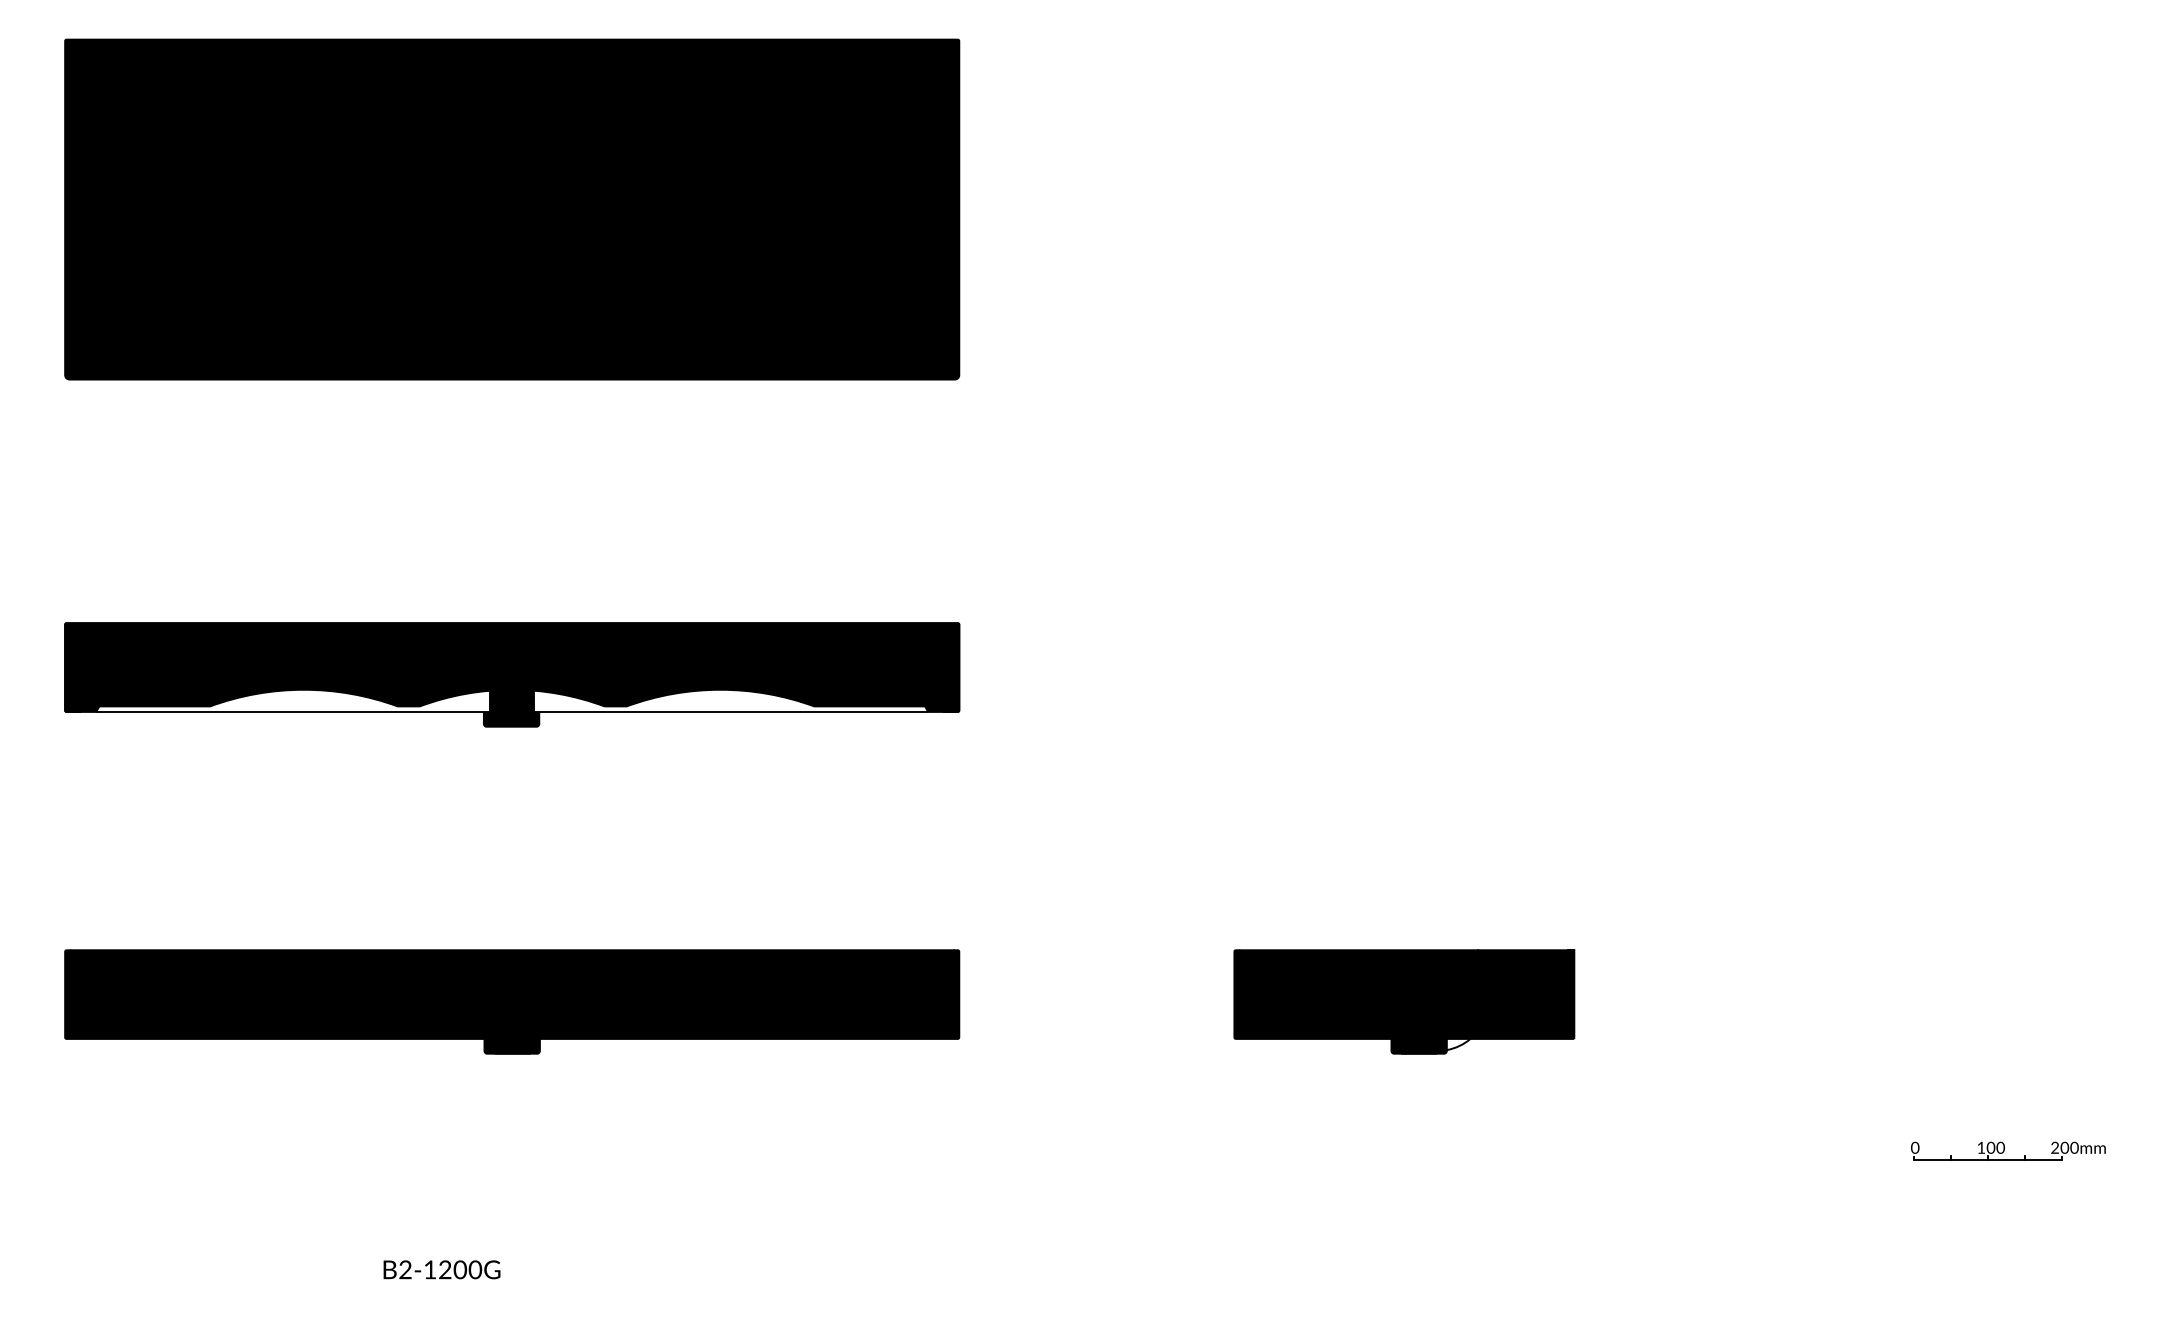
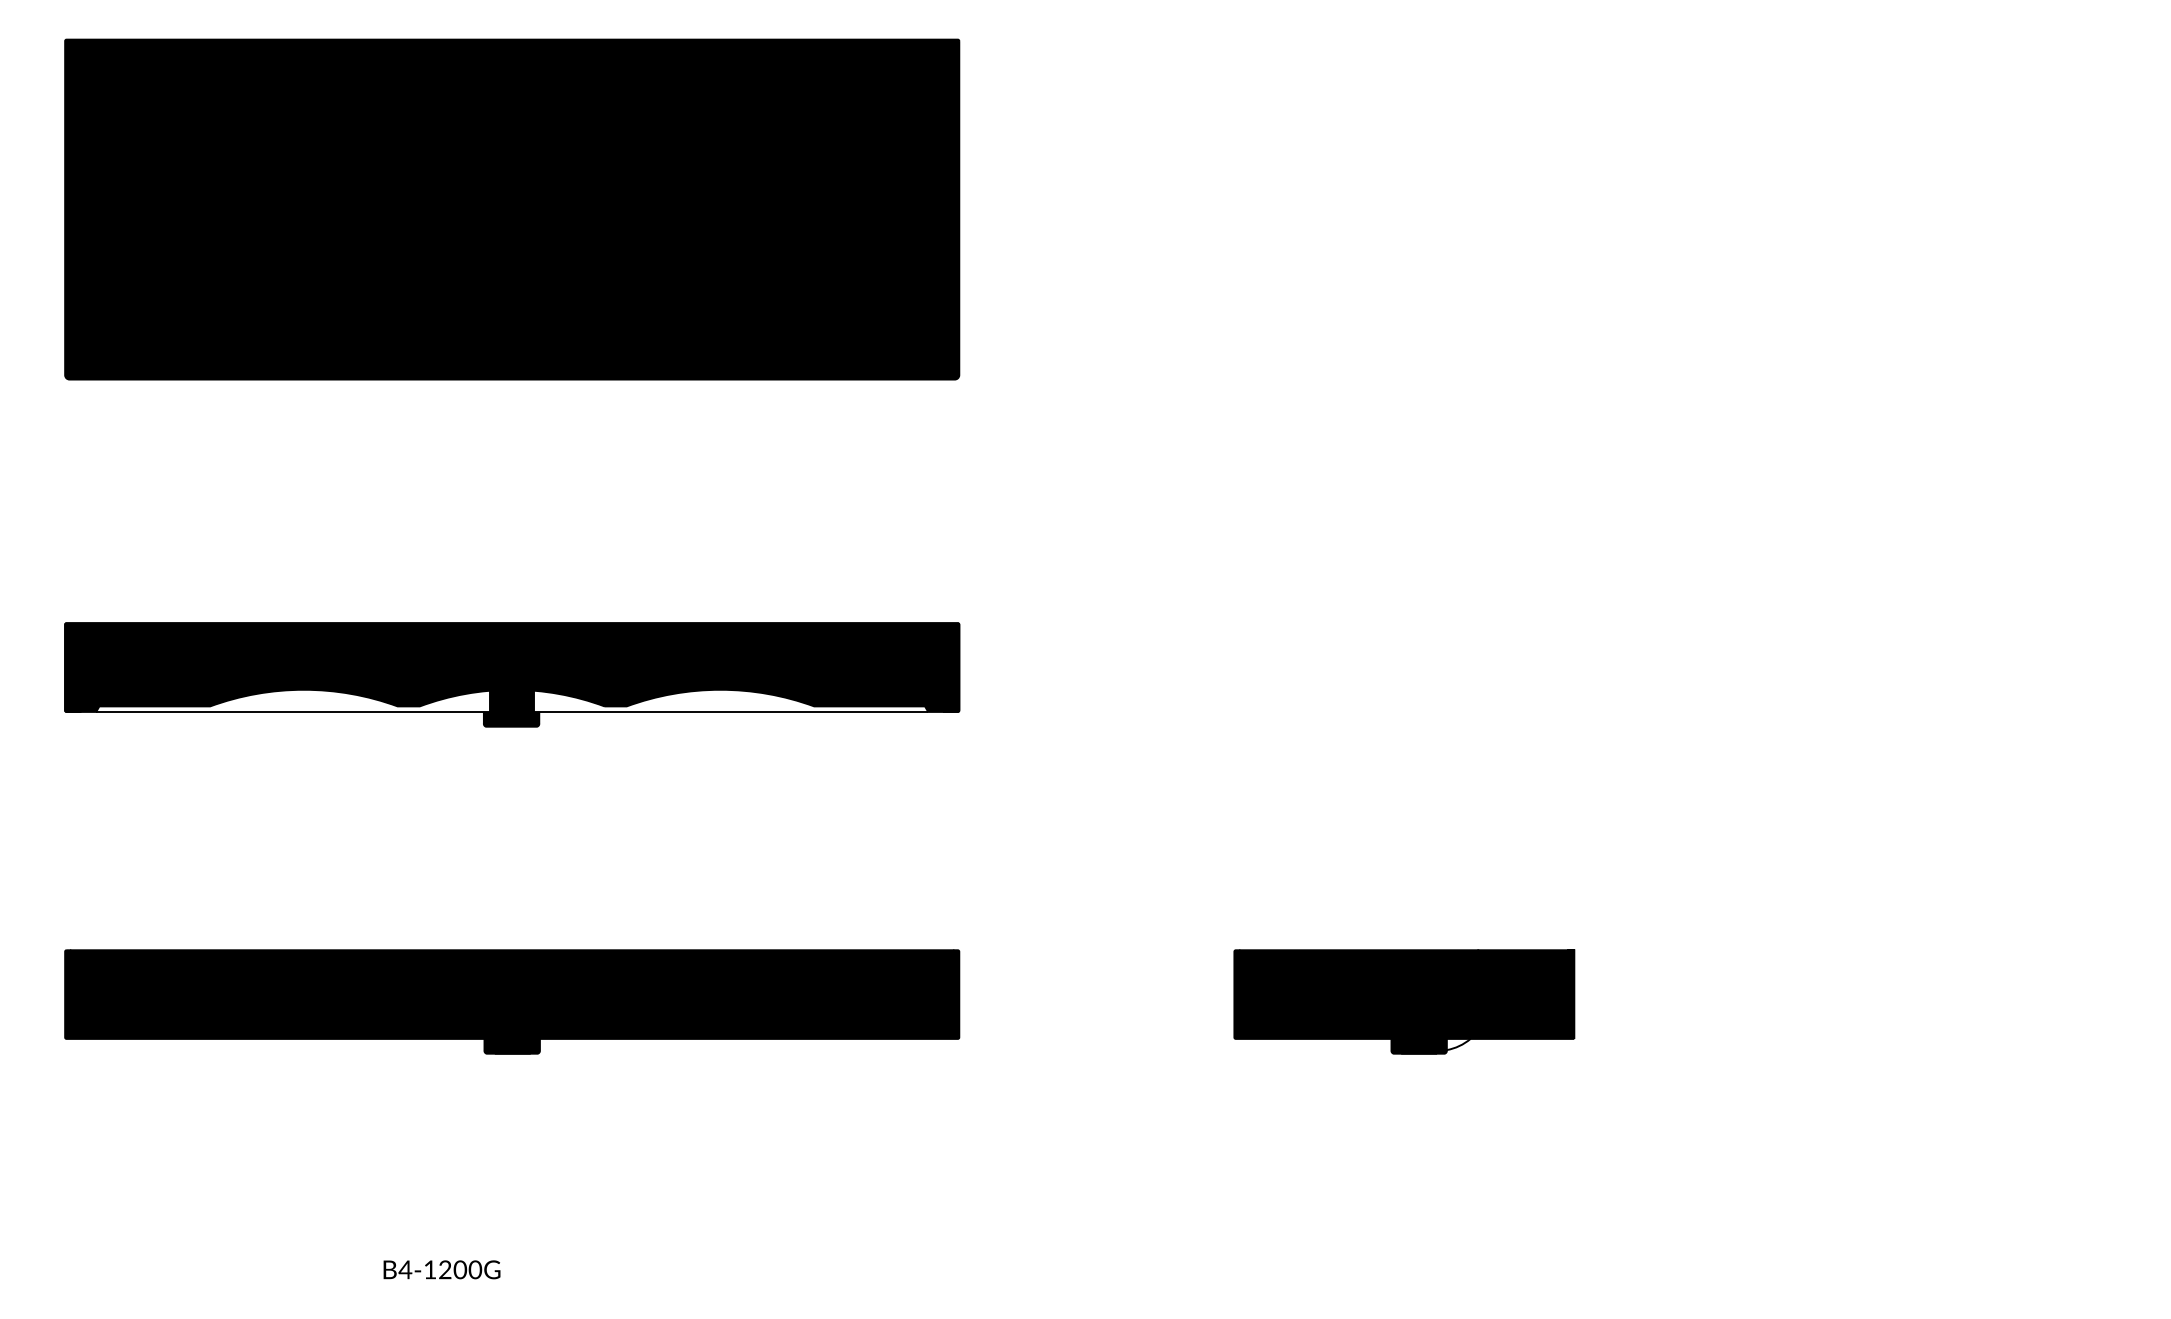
part at (2008, 1150): present -> none
text at (405, 1269): B2-1200G -> B4-1200G
